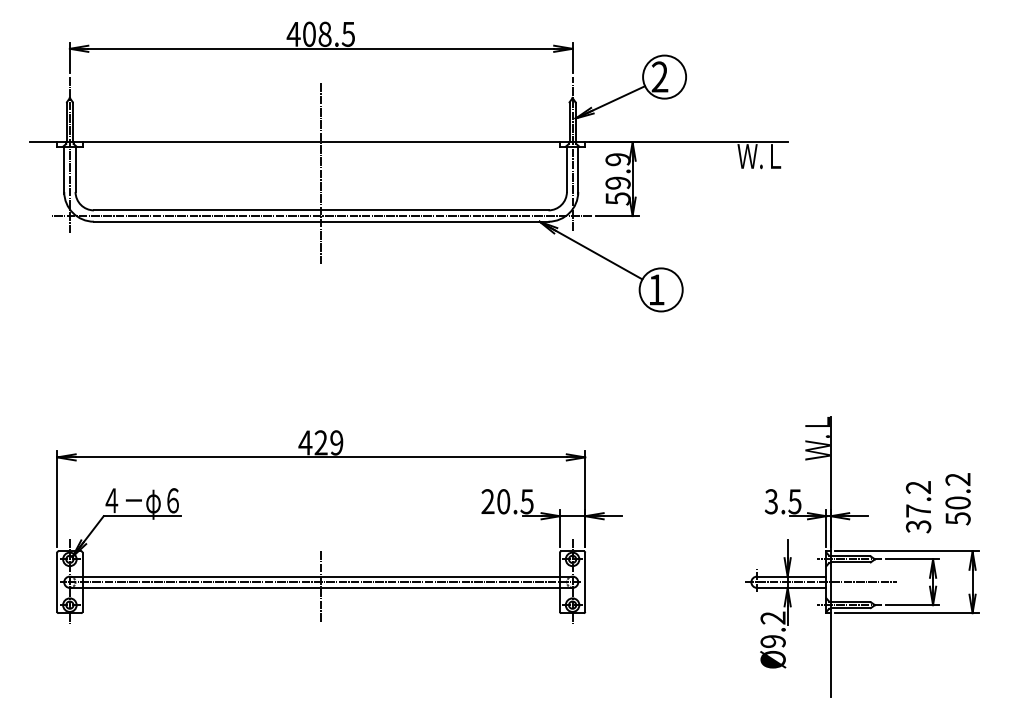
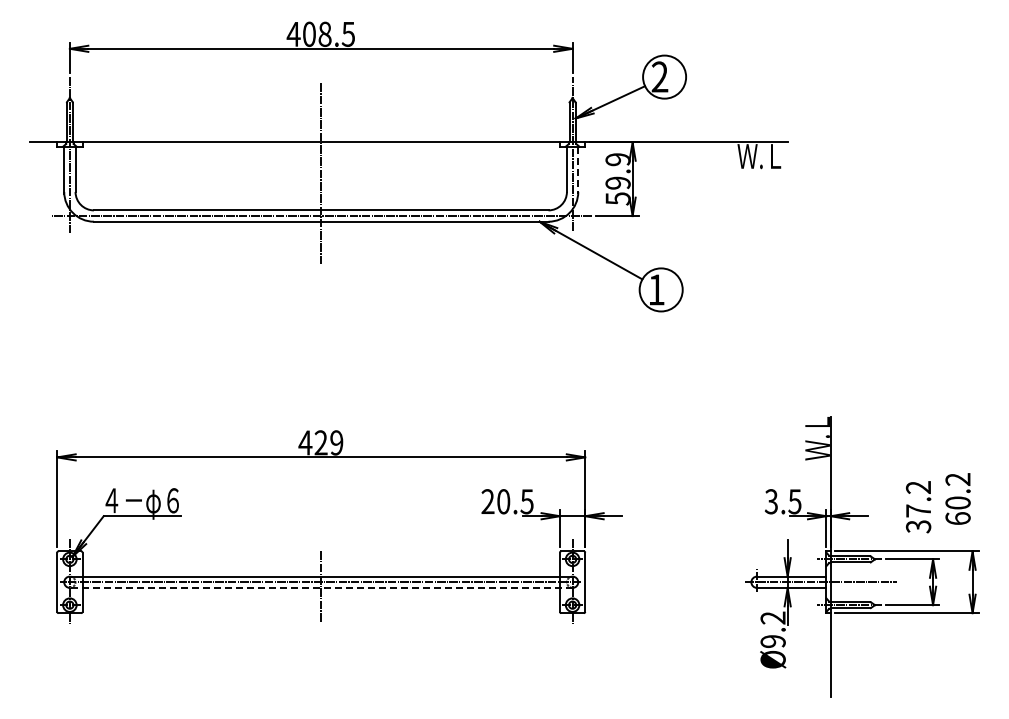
line at (578, 170): solid -> dashed
text at (957, 518): 50.2 -> 60.2
line at (320, 587): solid -> dashed
